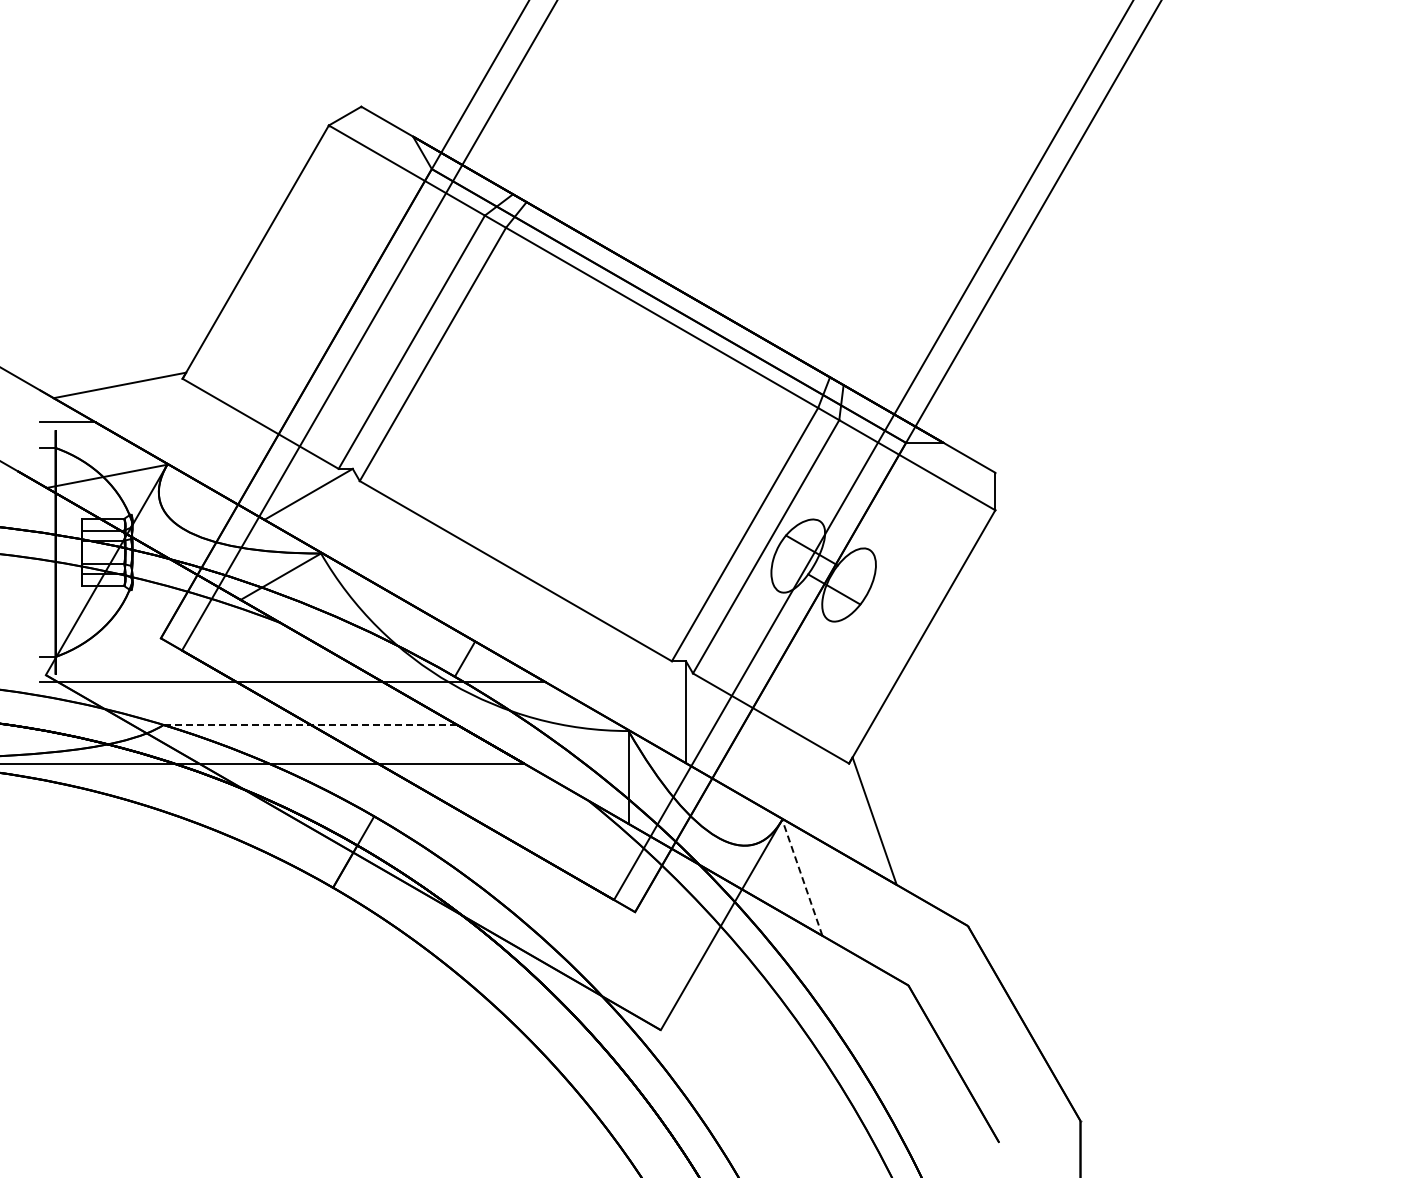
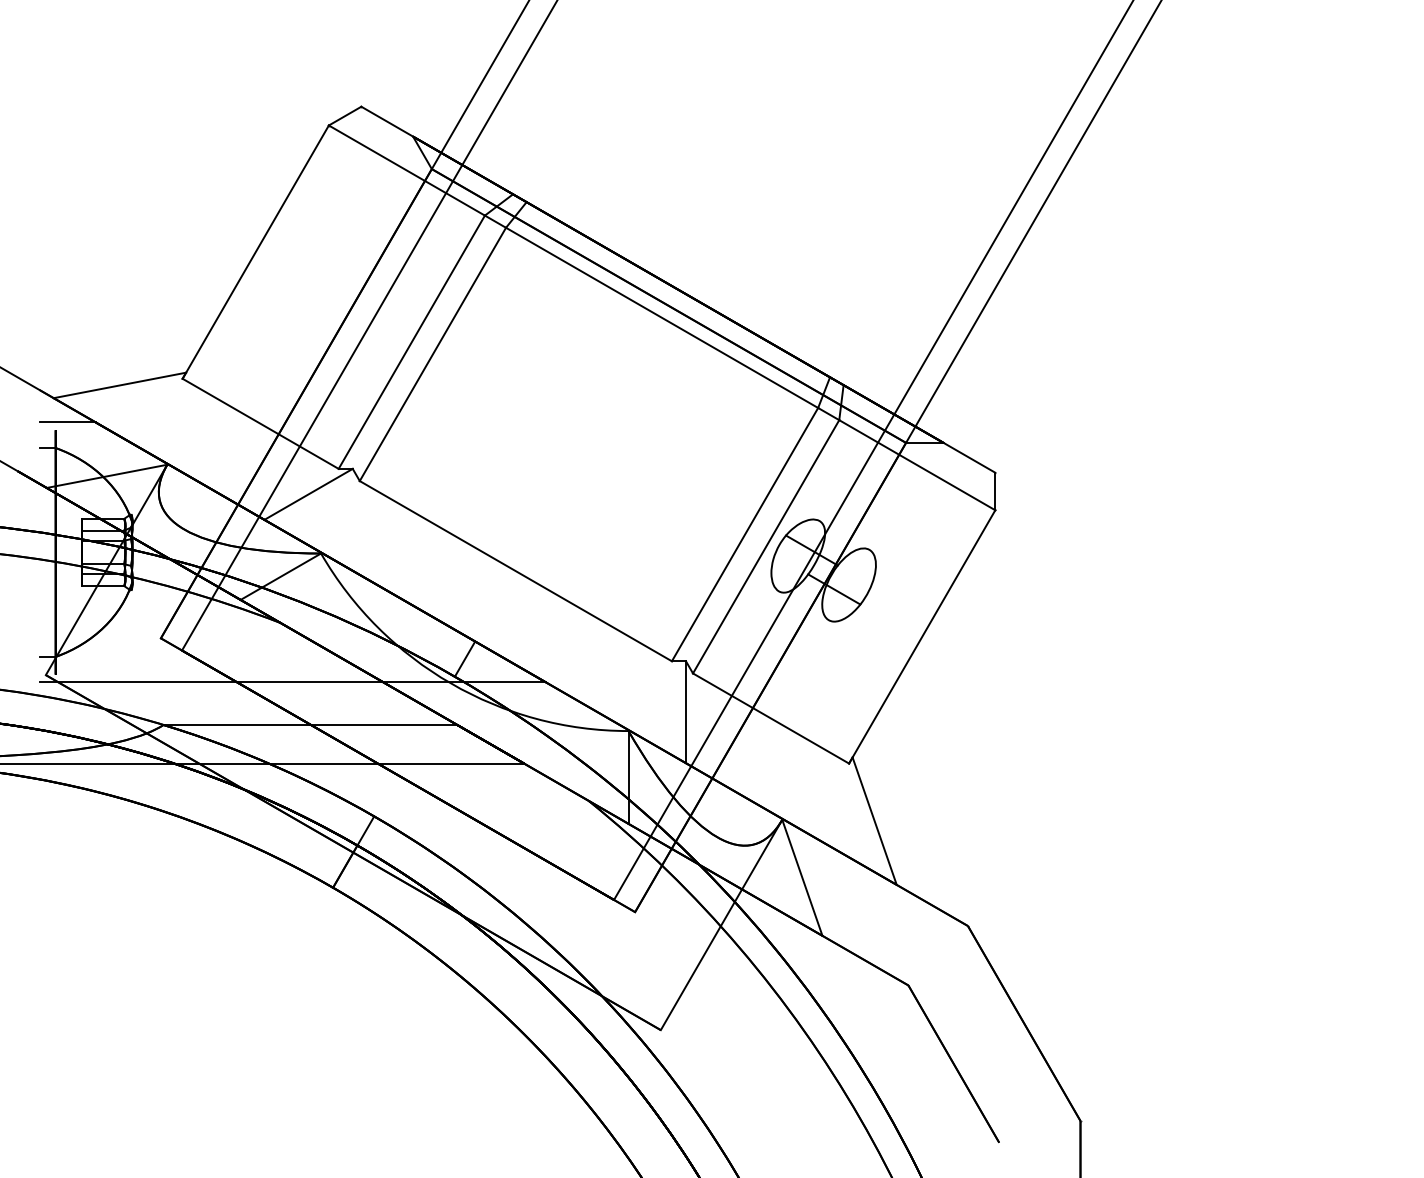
line at (310, 725): dashed -> solid
line at (802, 877): dashed -> solid
